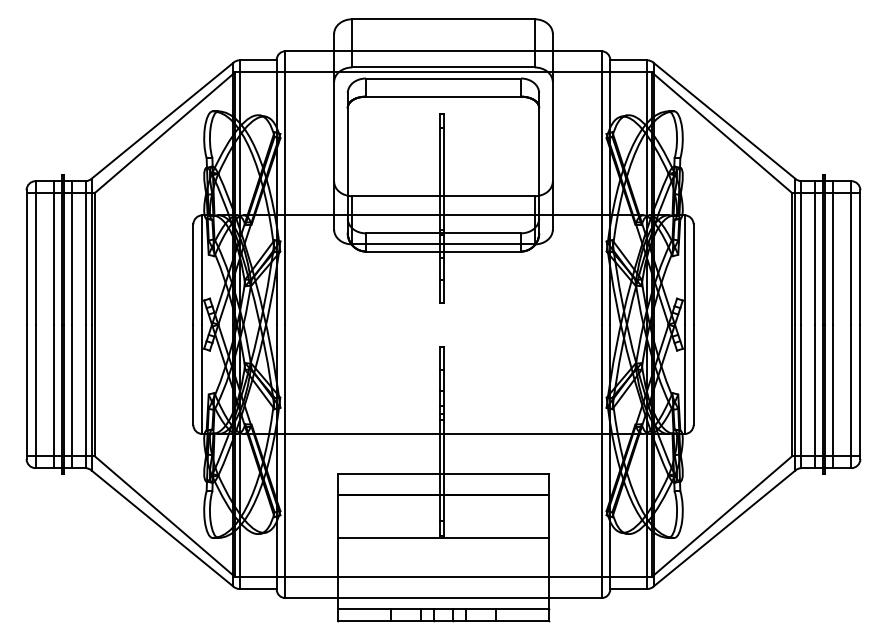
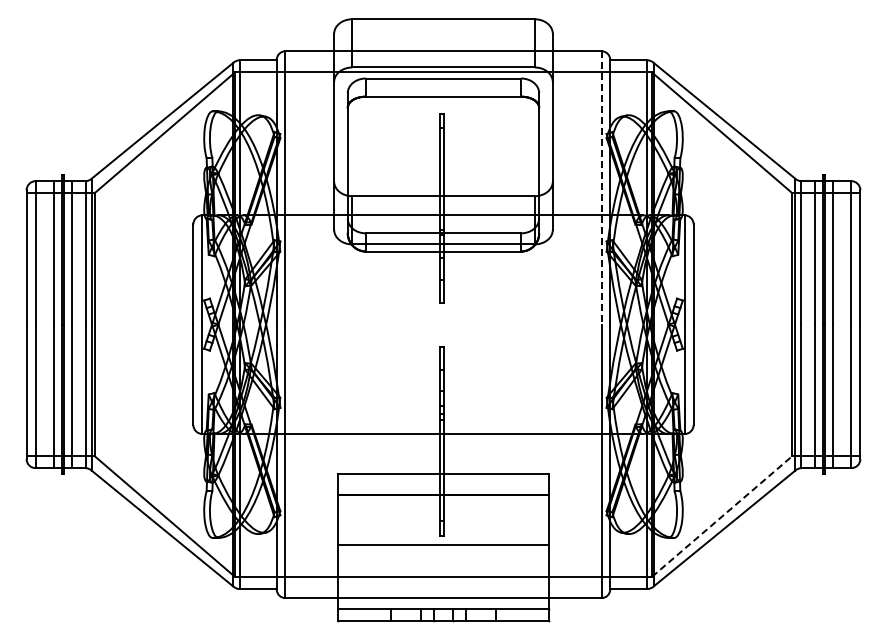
line at (601, 187): solid -> dashed
line at (722, 516): solid -> dashed
line at (443, 538) position: (443, 538) -> (443, 545)
